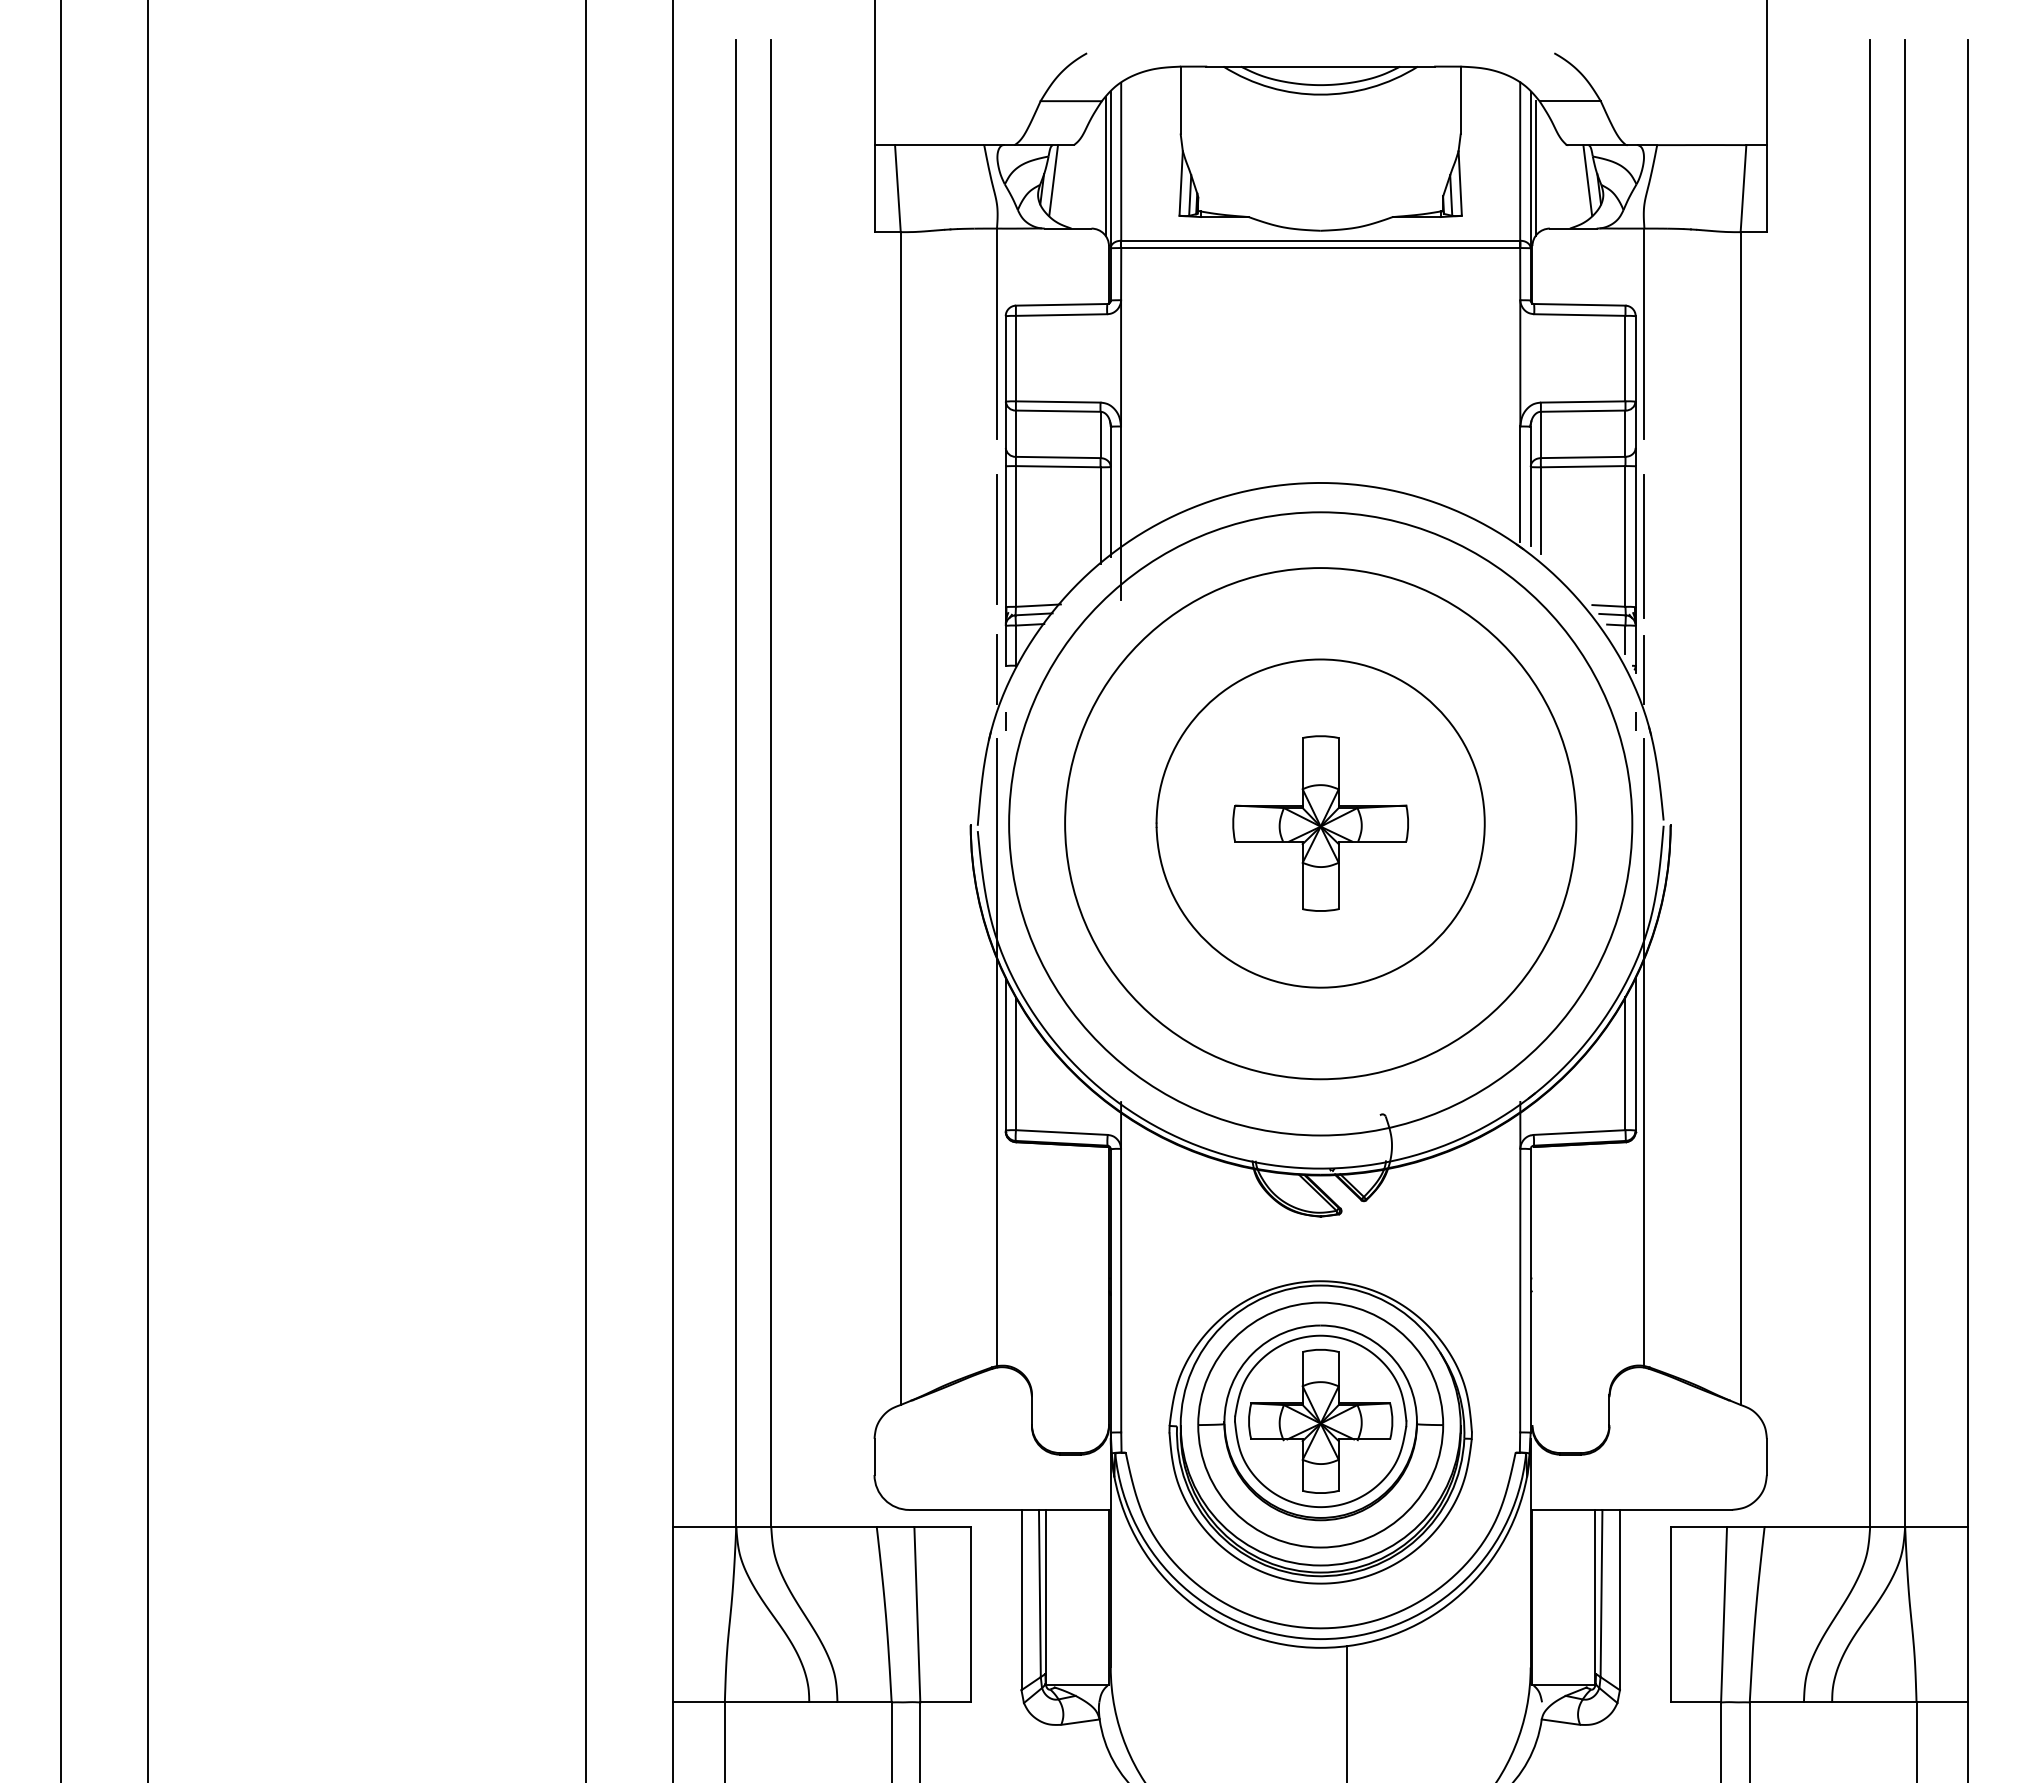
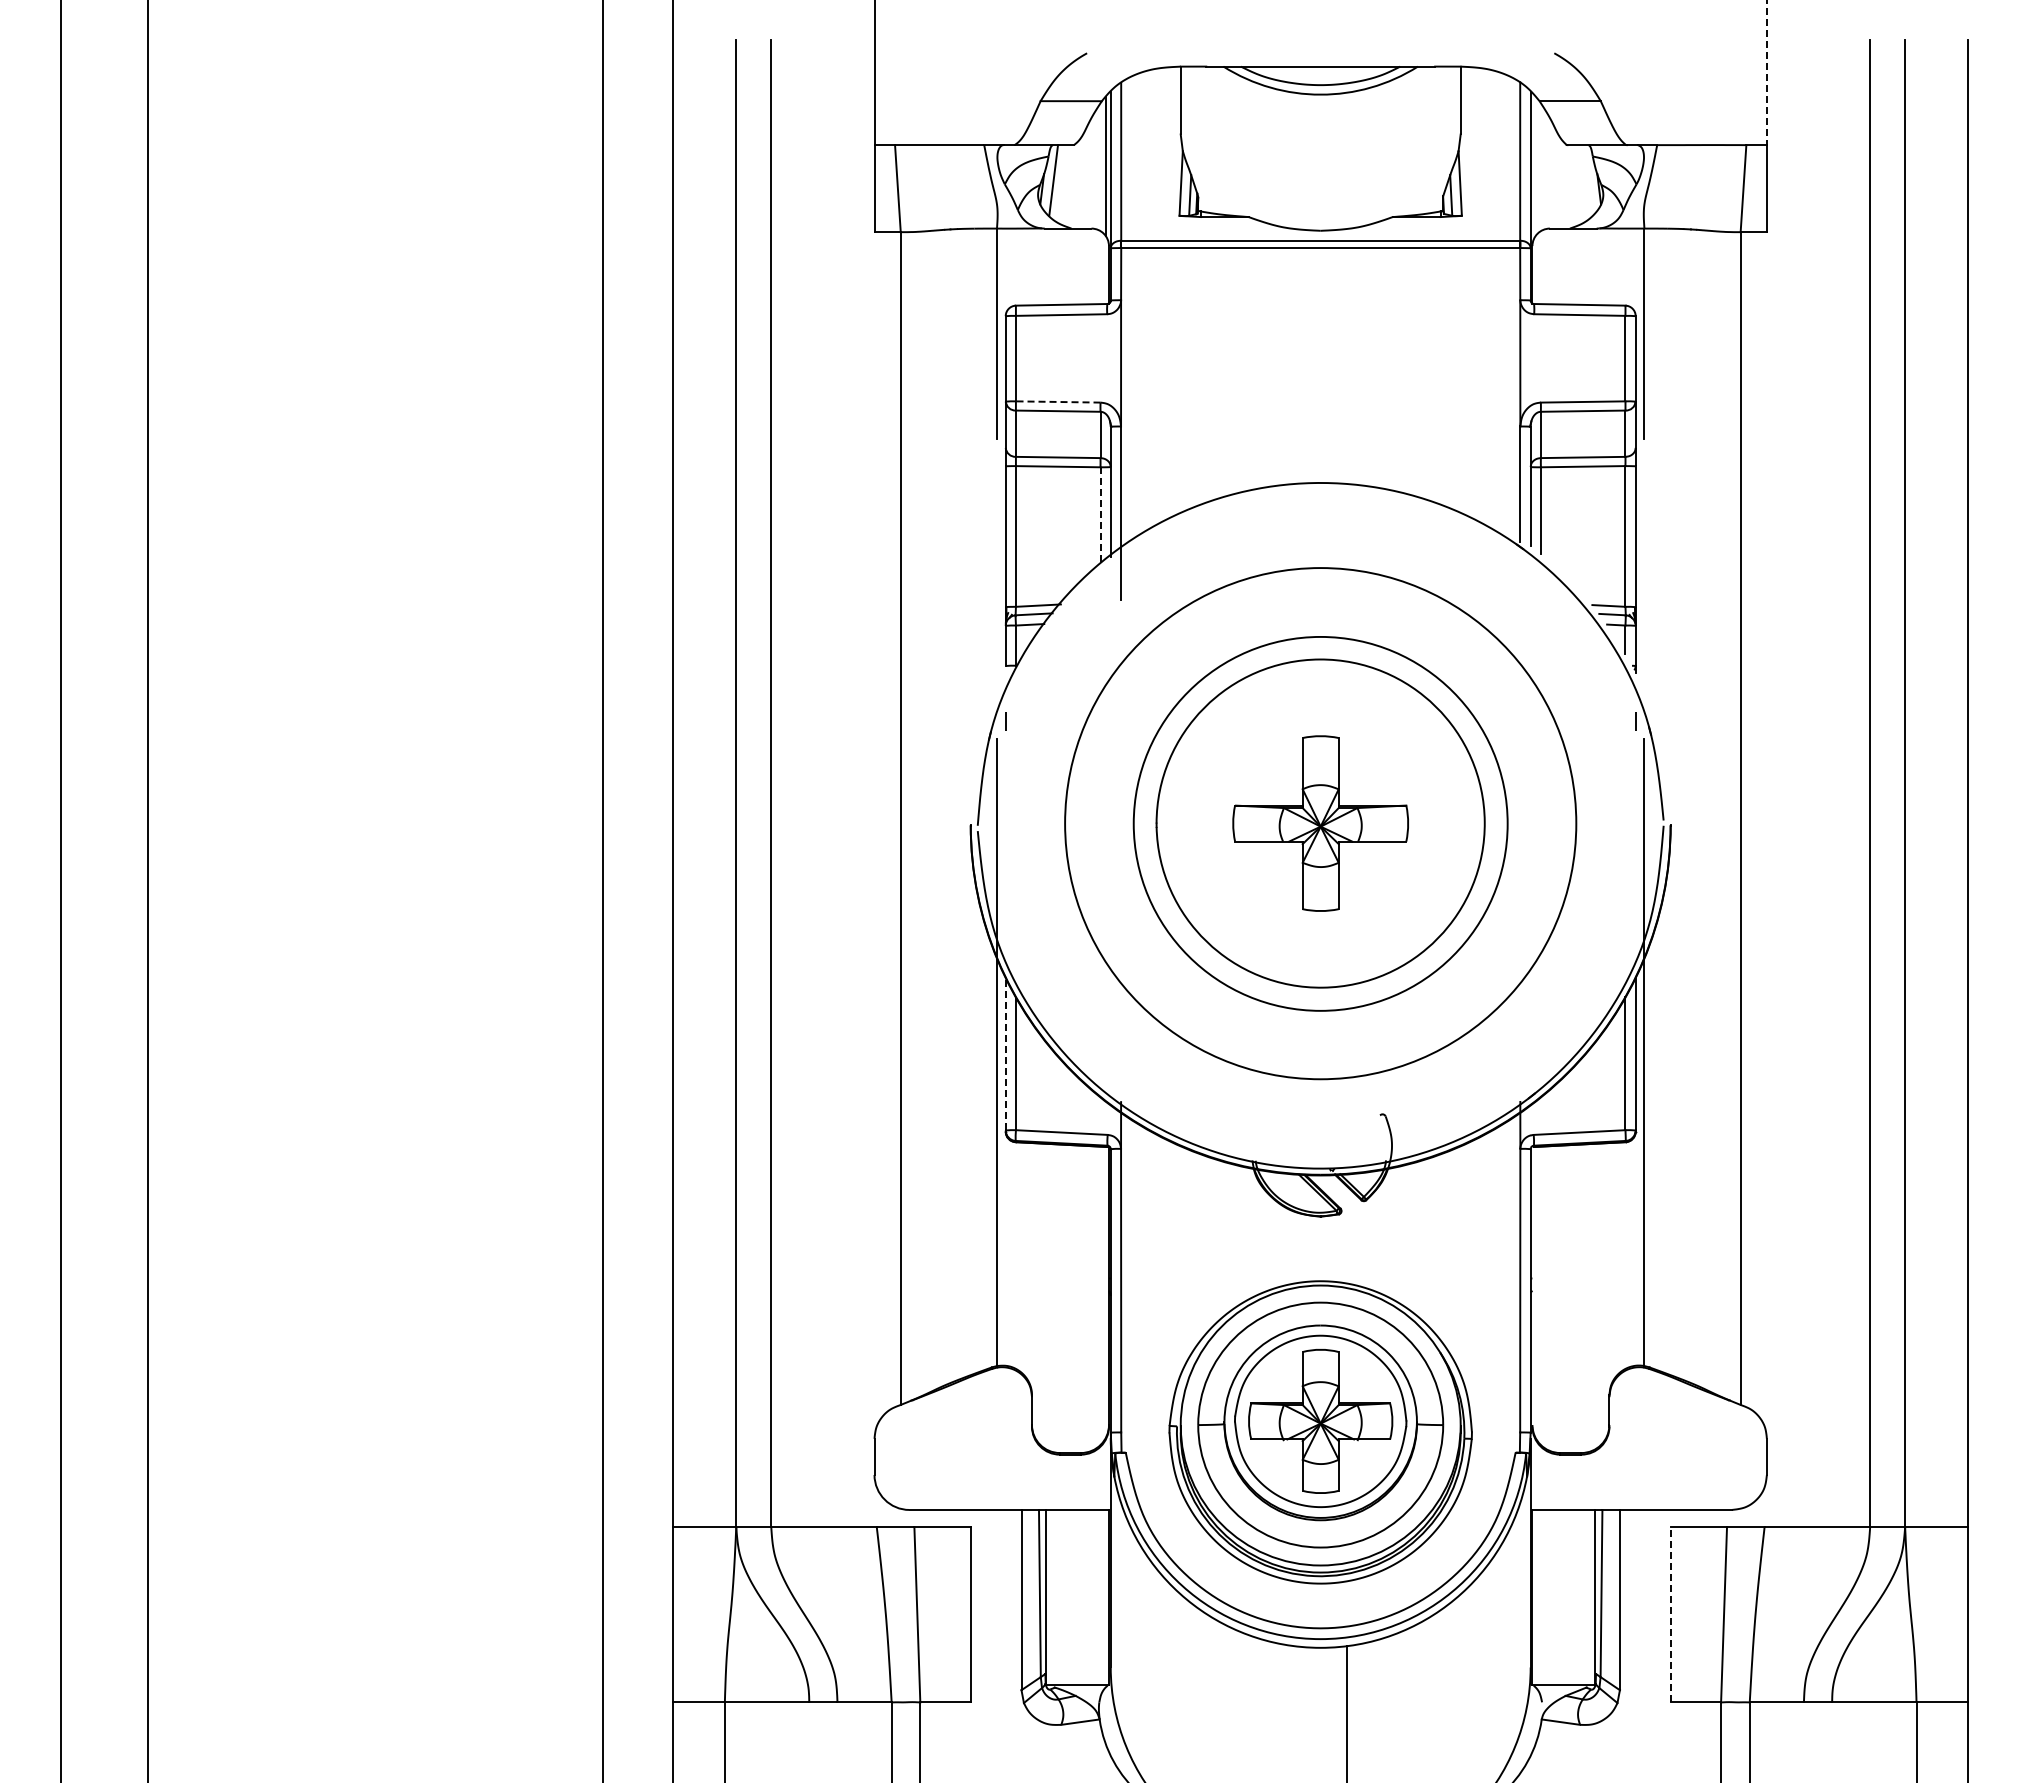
line at (1766, 73): solid -> dashed
line at (1535, 168): present -> none
line at (1587, 180): present -> none
line at (1057, 401): solid -> dashed
line at (1100, 516): solid -> dashed
line at (996, 539): present -> none
line at (1644, 545): present -> none
line at (997, 668): present -> none
line at (1644, 669): present -> none
circle at (1320, 823) diameter: 623 px -> 374 px
line at (585, 890) position: (585, 890) -> (602, 890)
line at (1005, 1053): solid -> dashed
line at (1670, 1614): solid -> dashed
